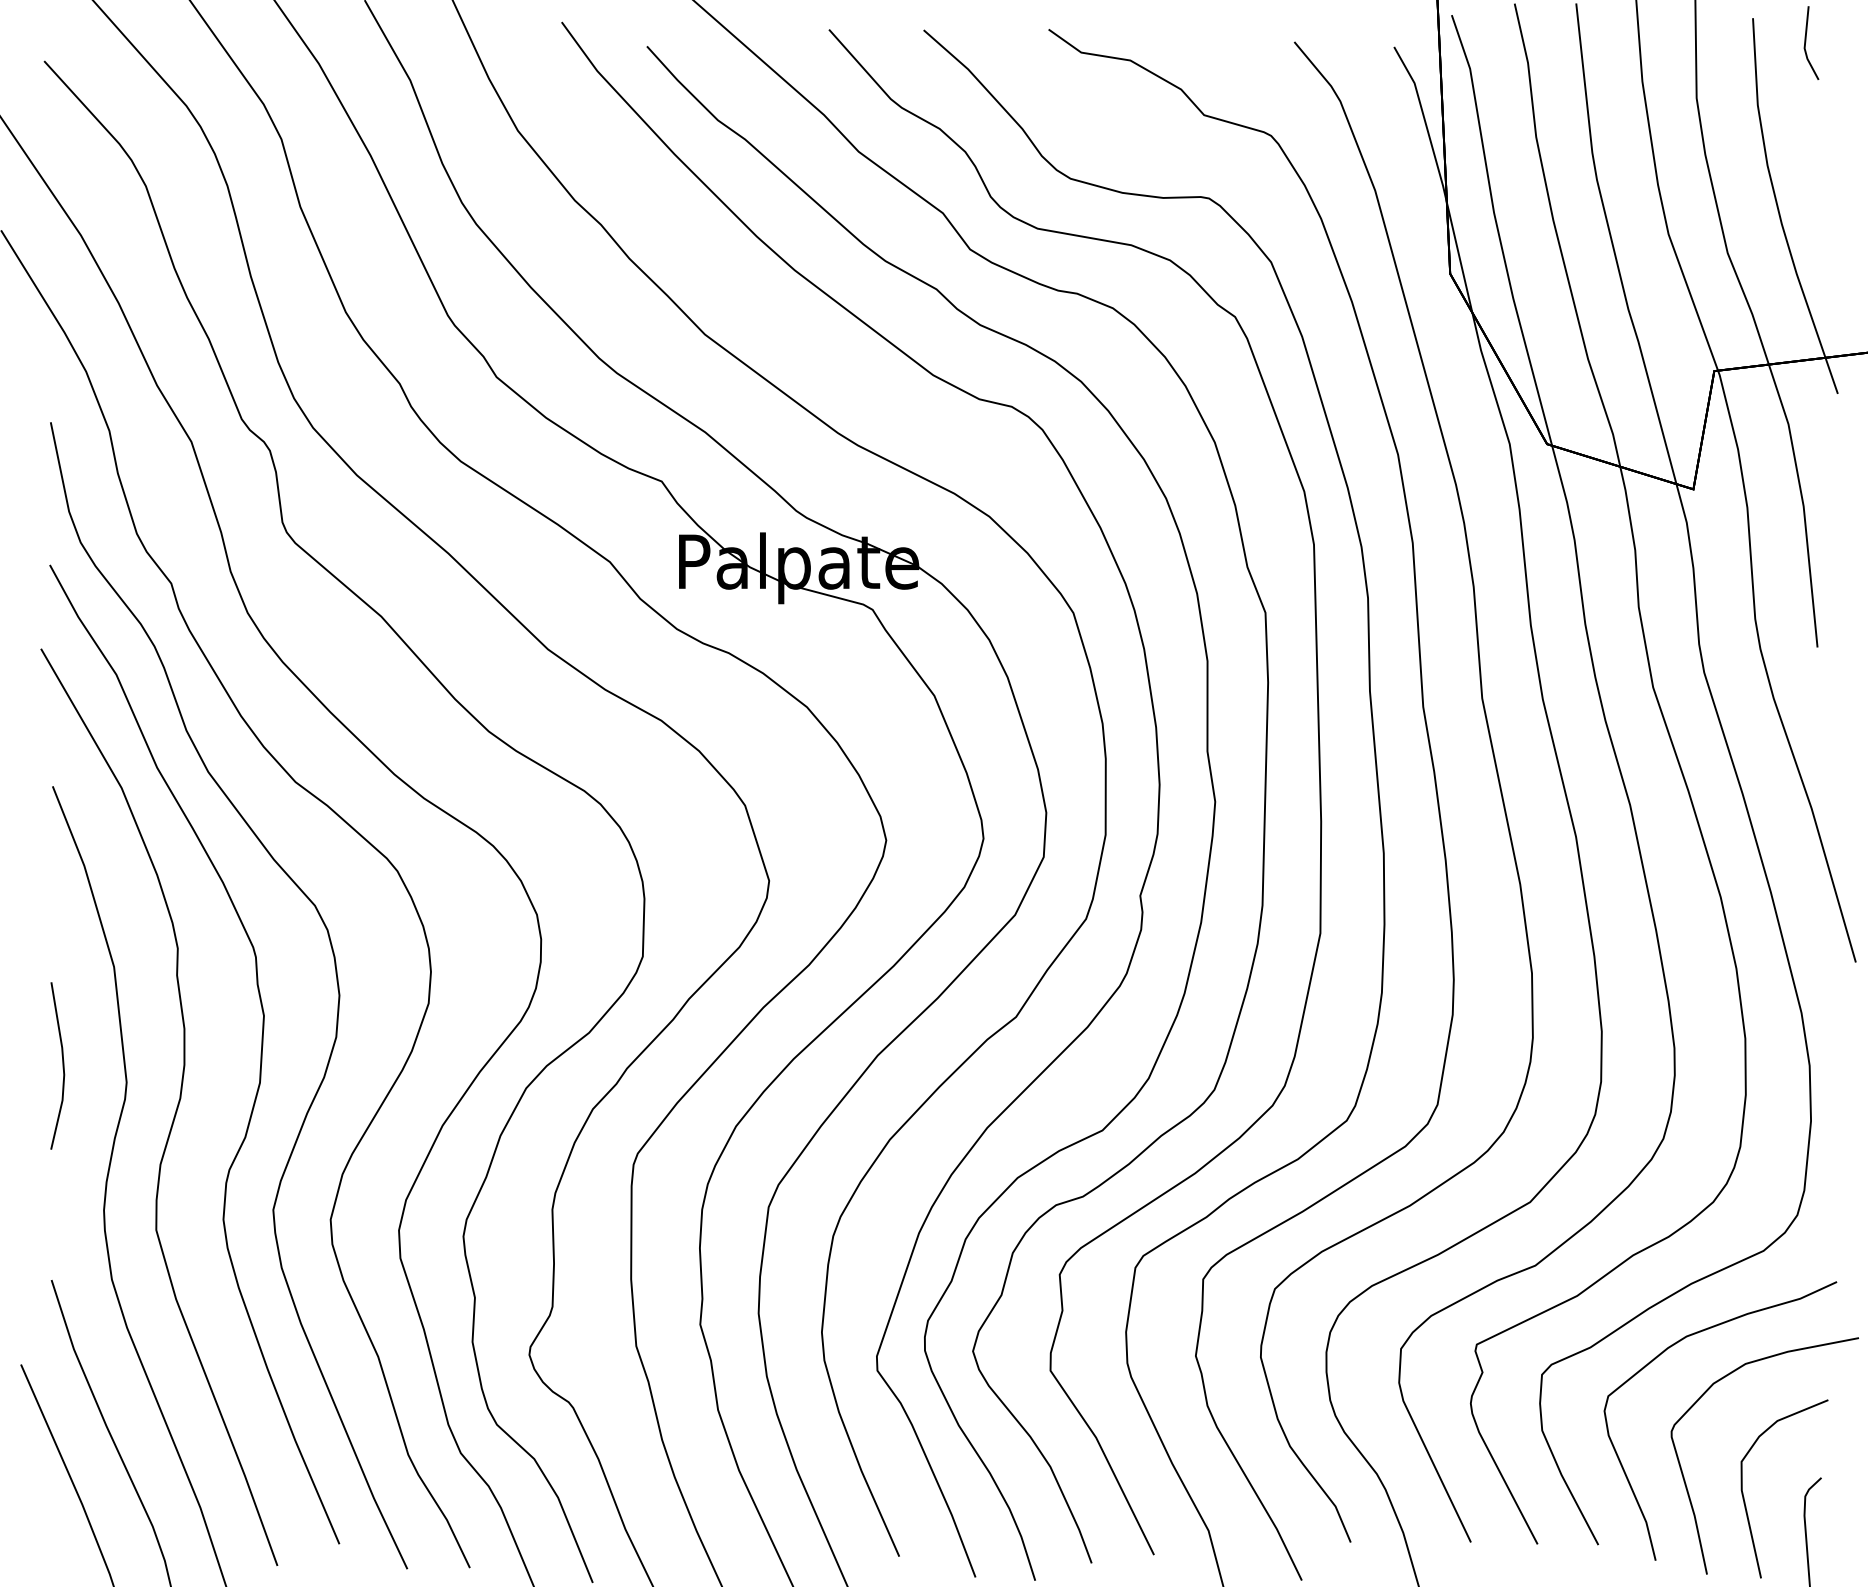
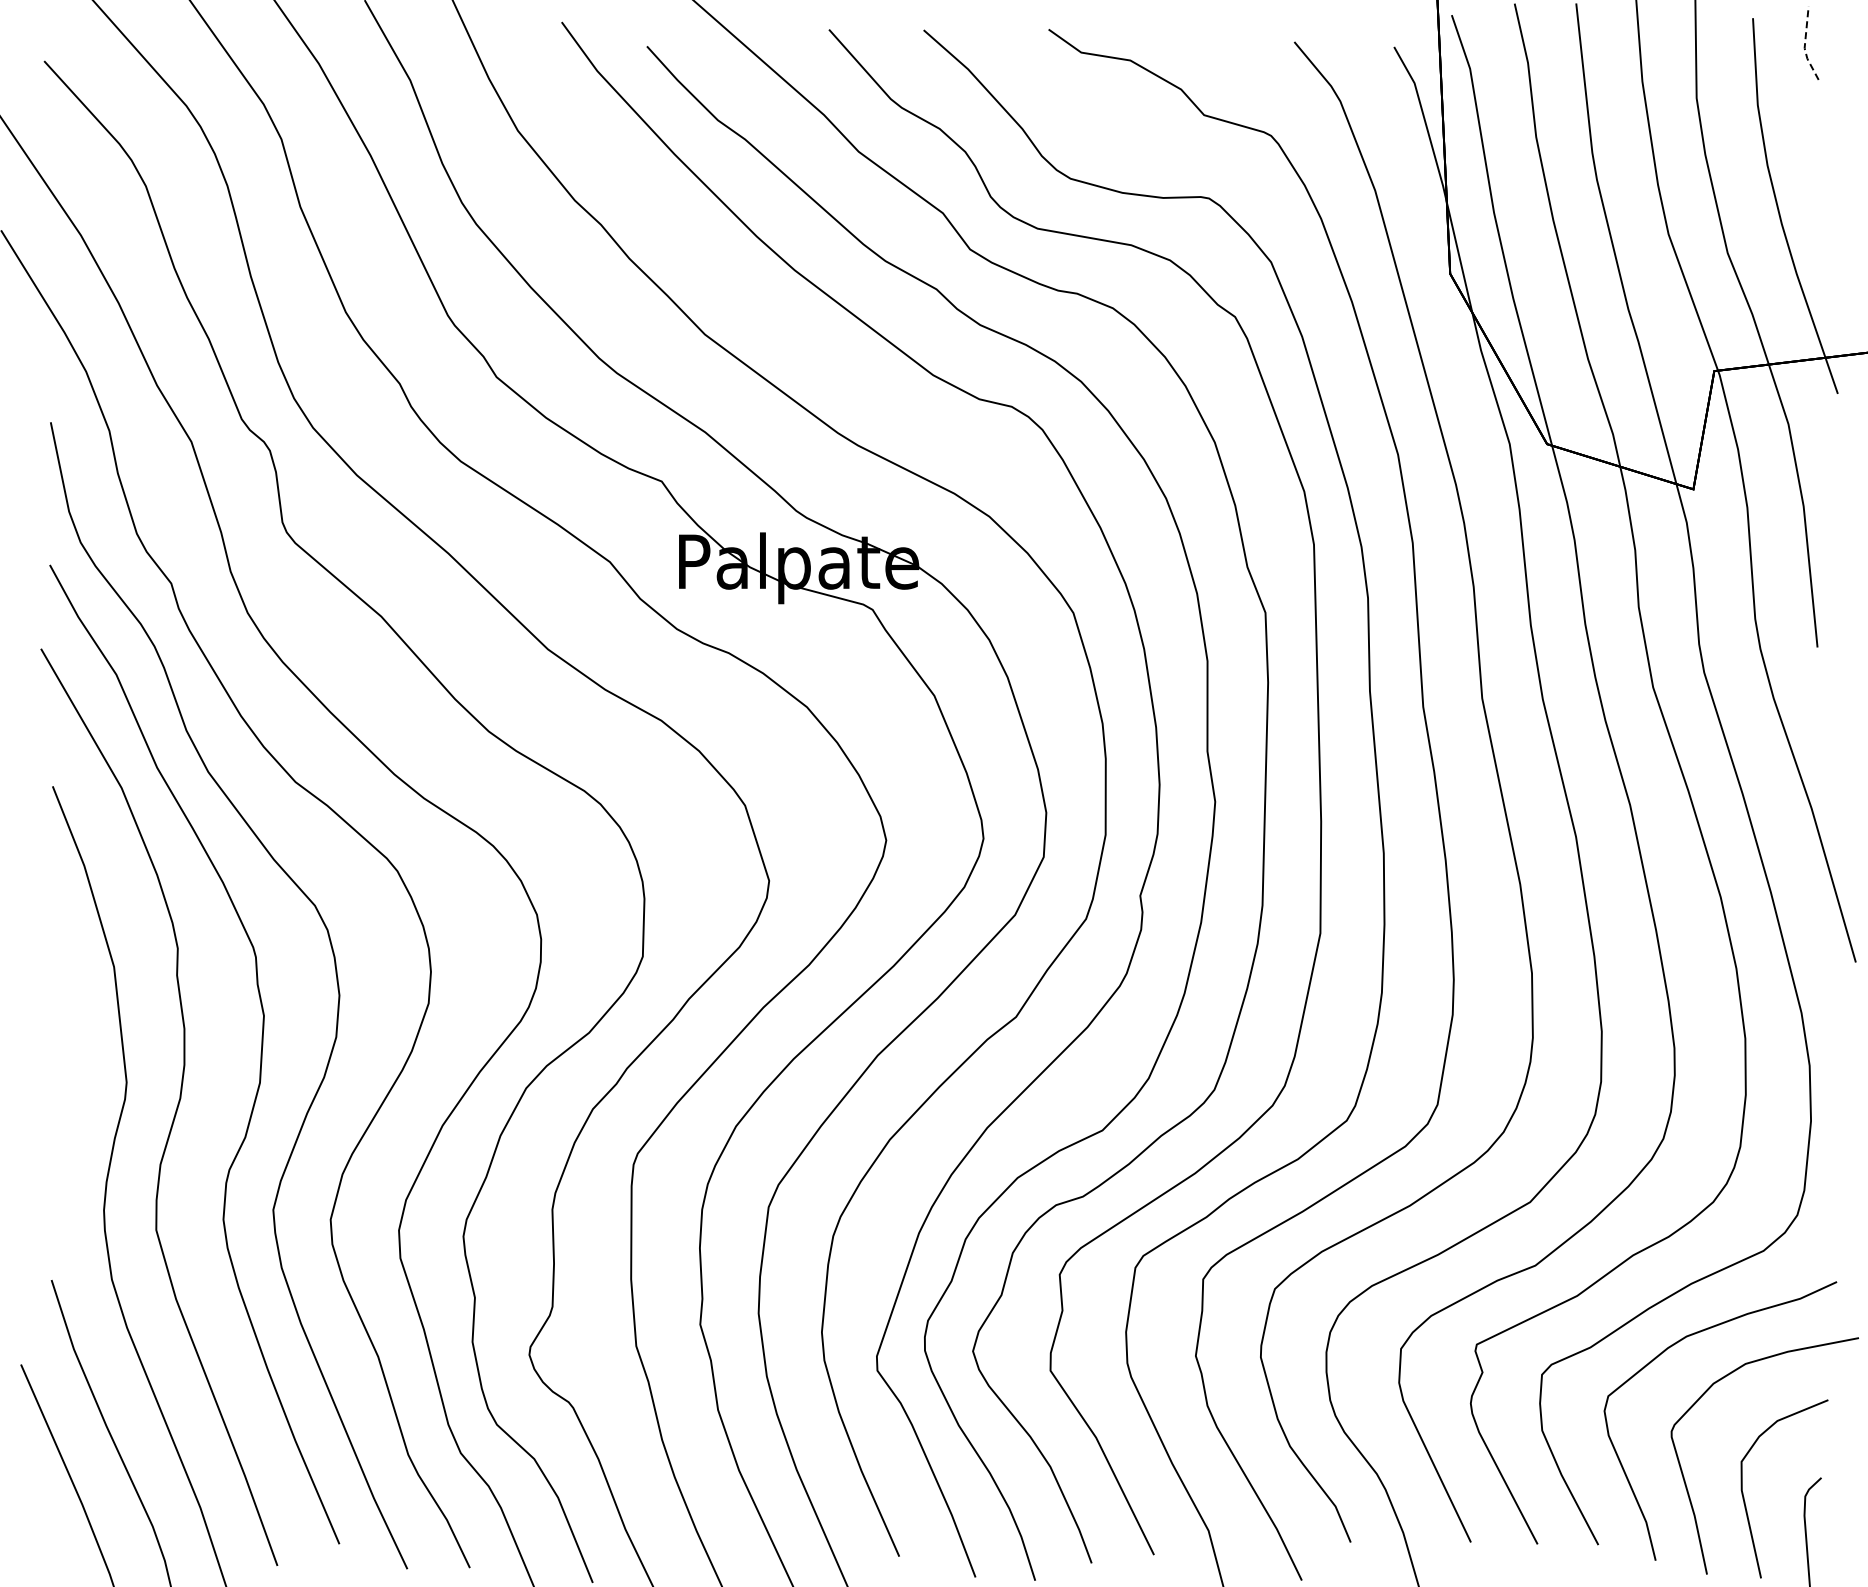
line at (1804, 45): solid -> dashed
line at (62, 1065): present -> none
